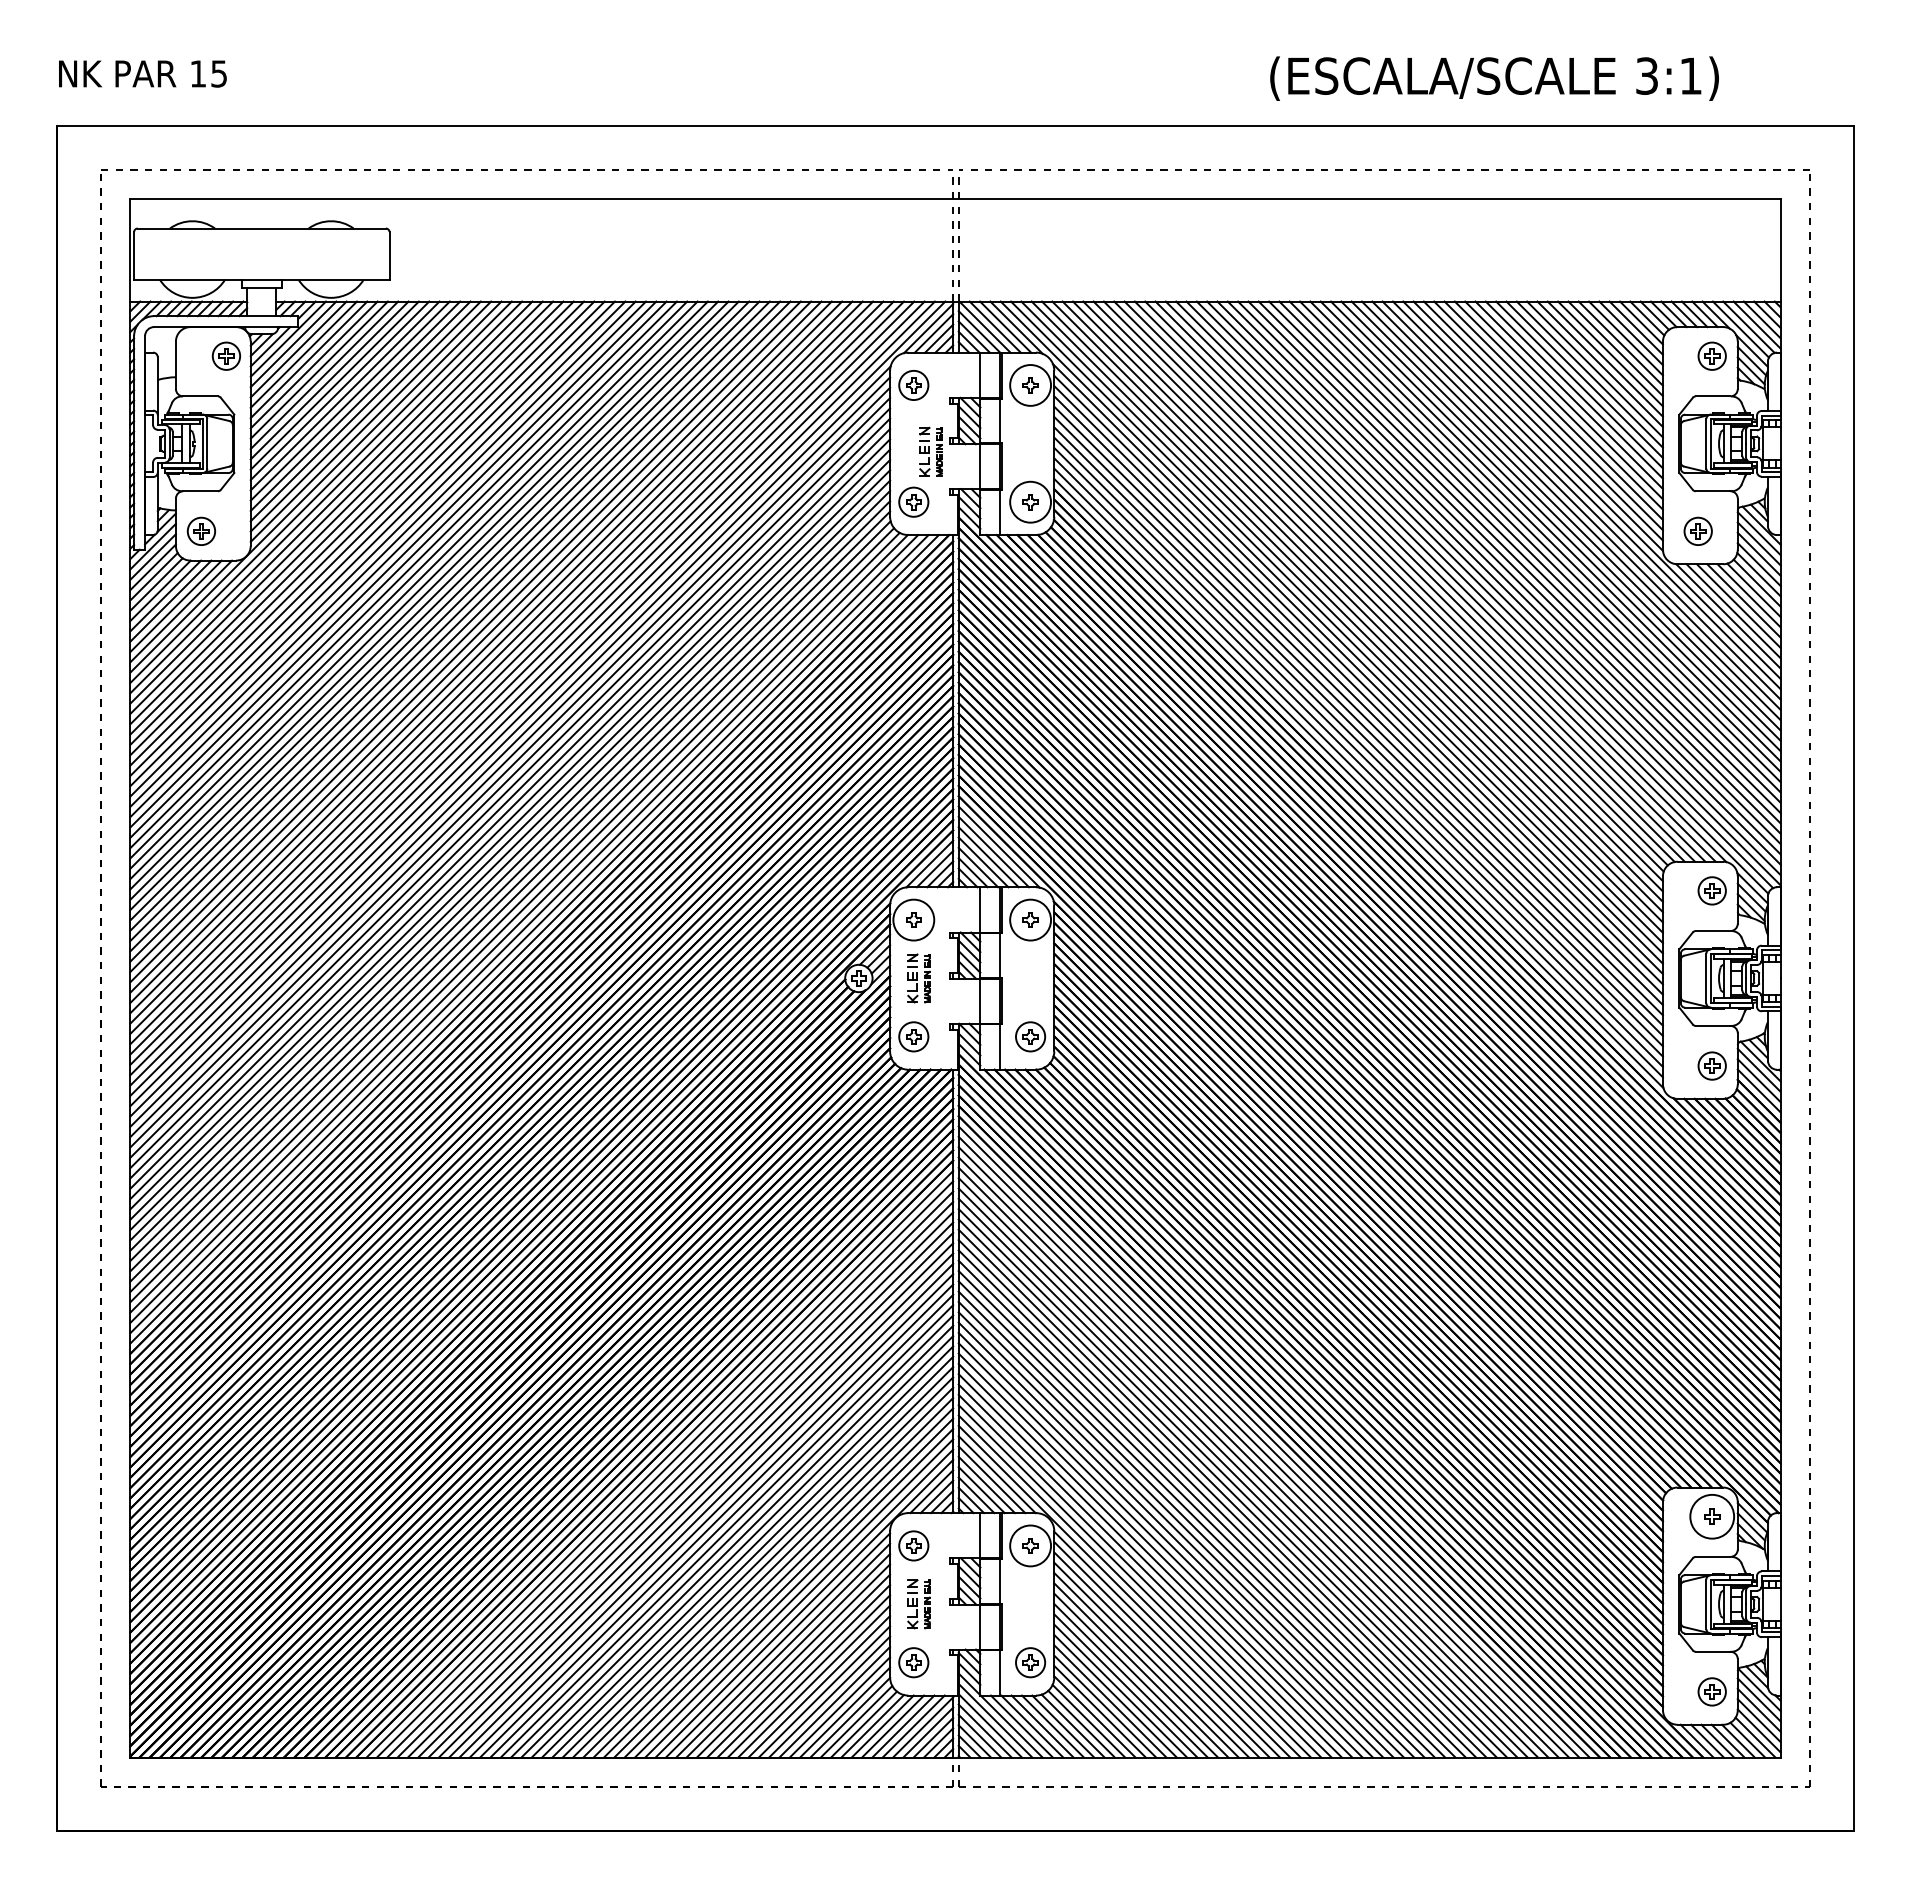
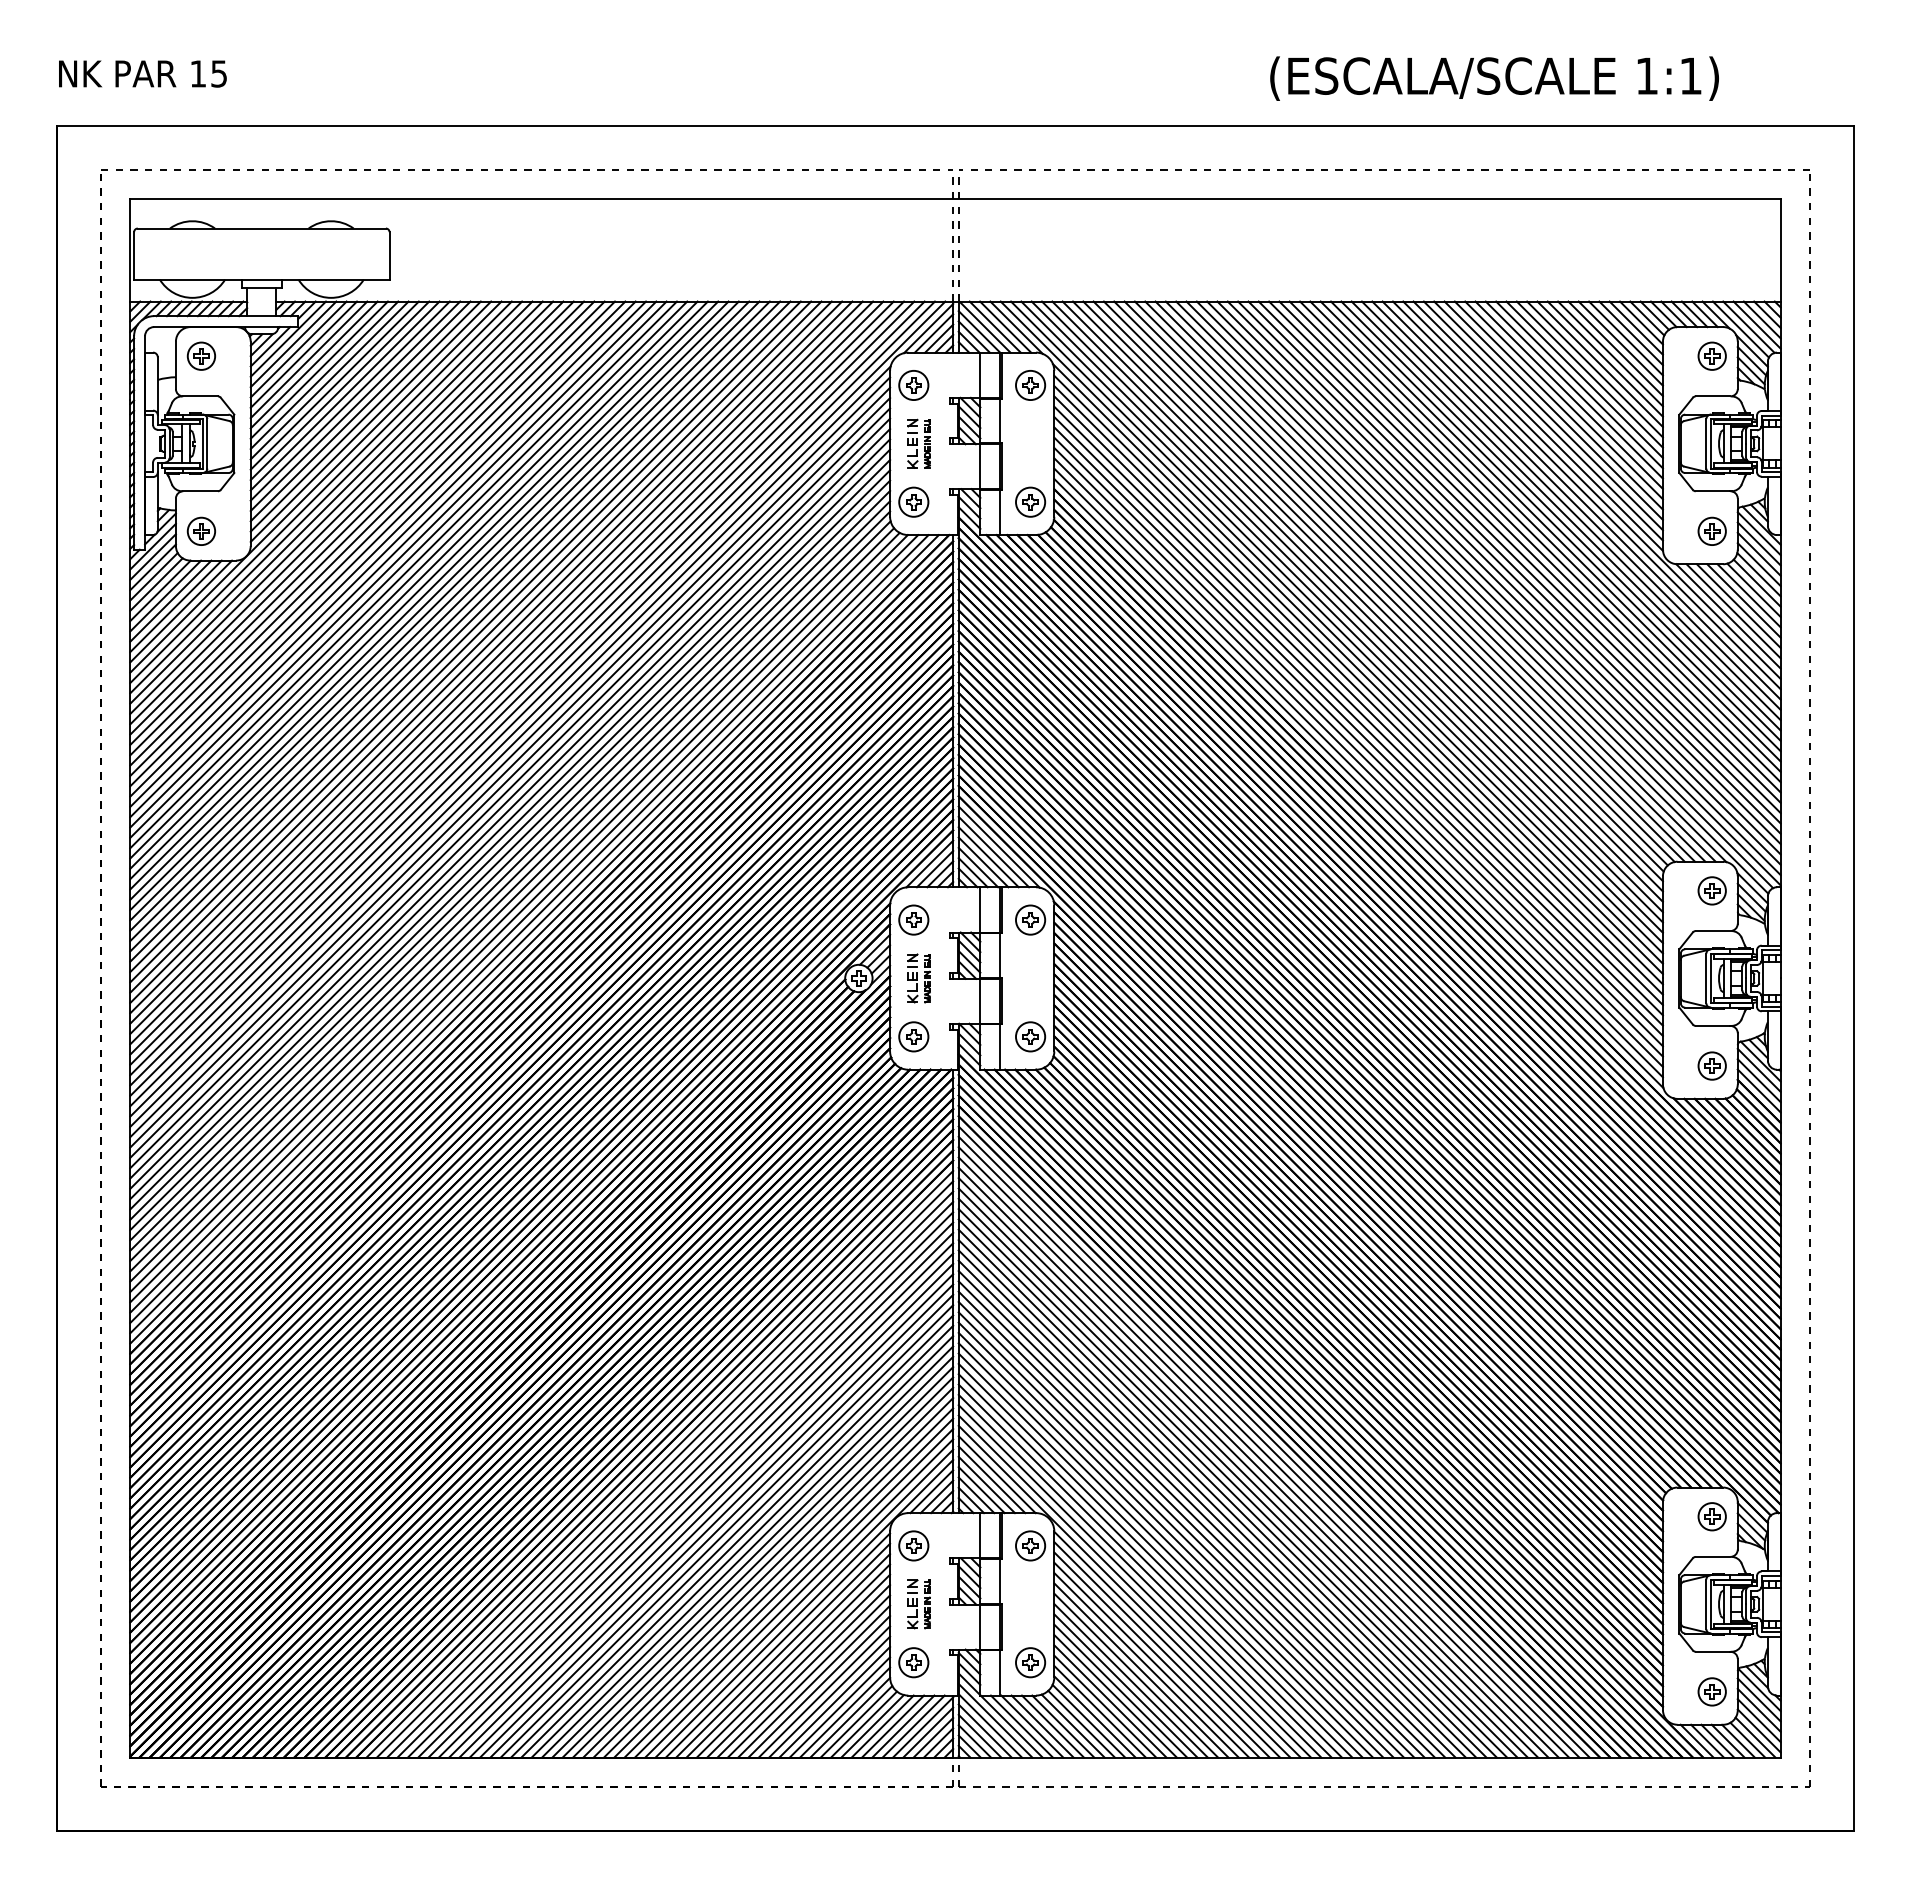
text at (1646, 75): 3:1) -> 1:1)
part at (225, 355) position: (225, 355) -> (200, 355)
circle at (1030, 385) diameter: 41 px -> 29 px
part at (930, 451) position: (930, 451) -> (918, 443)
circle at (1030, 501) diameter: 41 px -> 29 px
part at (1697, 530) position: (1697, 530) -> (1711, 530)
circle at (913, 919) diameter: 41 px -> 29 px
circle at (1030, 919) diameter: 41 px -> 29 px
circle at (1712, 1516) diameter: 44 px -> 27 px
circle at (1030, 1545) diameter: 41 px -> 29 px
